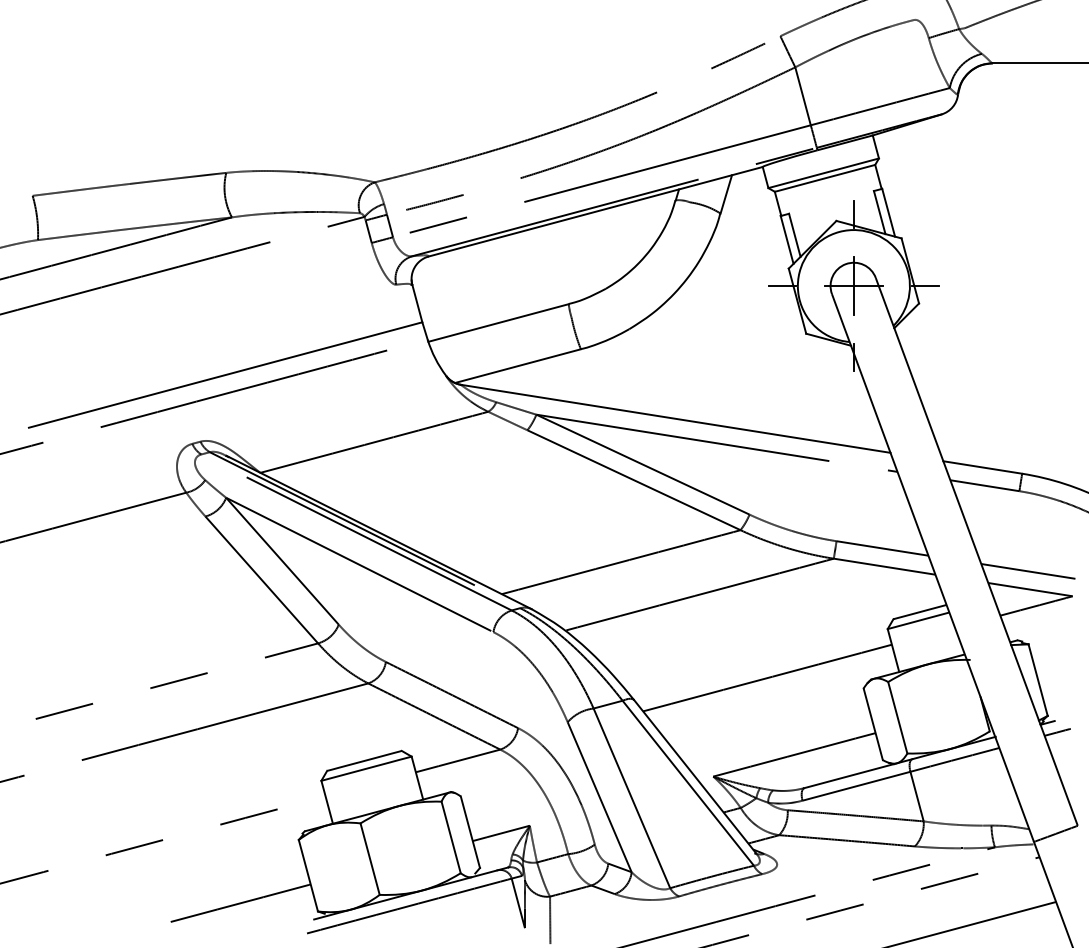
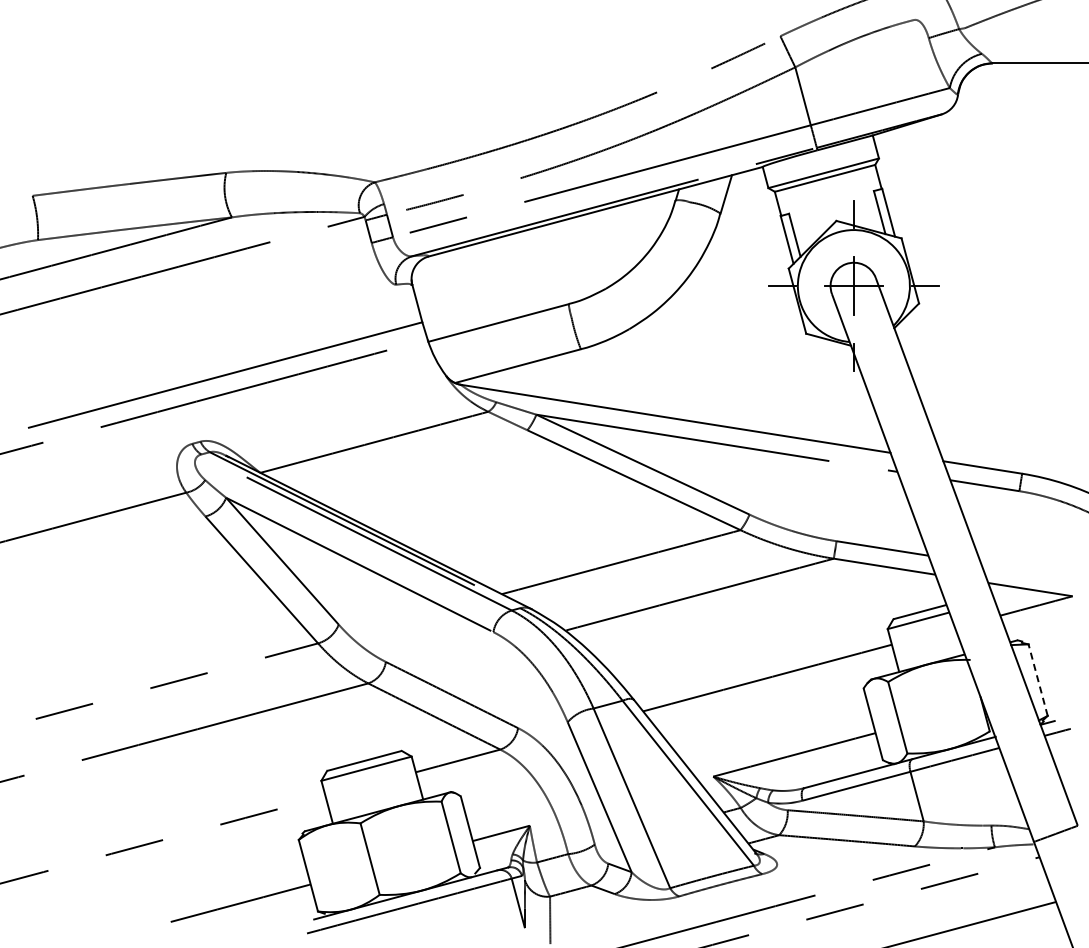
line at (1028, 571): present -> none
line at (1038, 679): solid -> dashed
